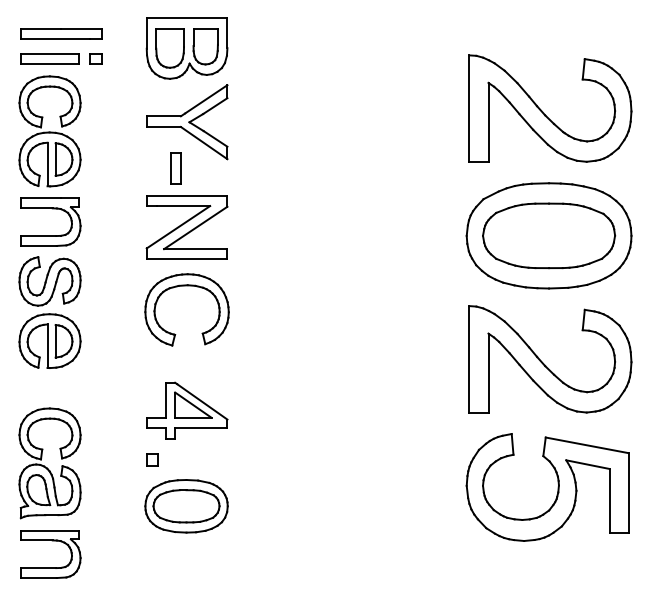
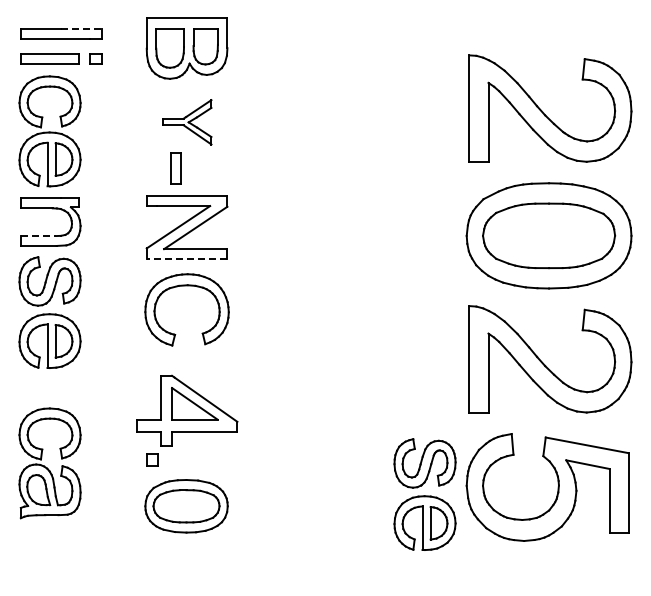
line at (81, 29): solid -> dashed
part at (187, 122) size: 83x77 px -> 51x47 px
line at (38, 236): solid -> dashed
line at (186, 259): solid -> dashed
part at (187, 410) size: 83x59 px -> 103x73 px
part at (424, 494): none -> present
part at (50, 567): present -> none
